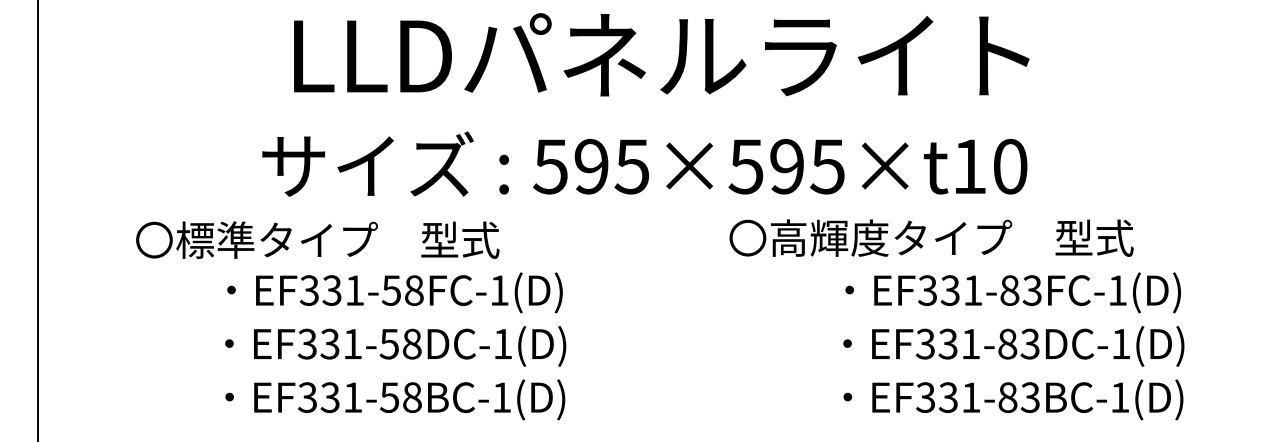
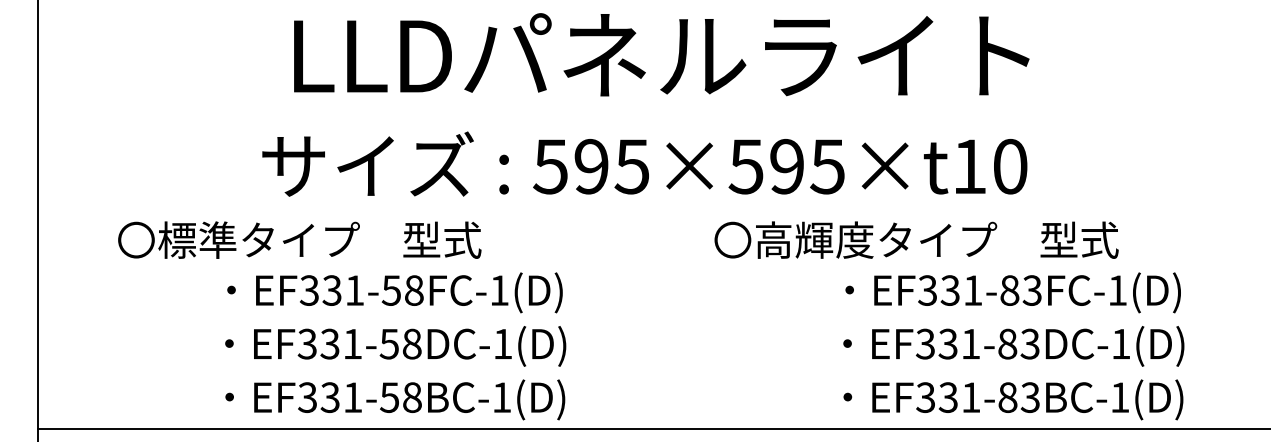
text at (931, 237) position: (931, 237) -> (916, 239)
text at (317, 239) position: (317, 239) -> (299, 239)
line at (652, 428): none -> present
